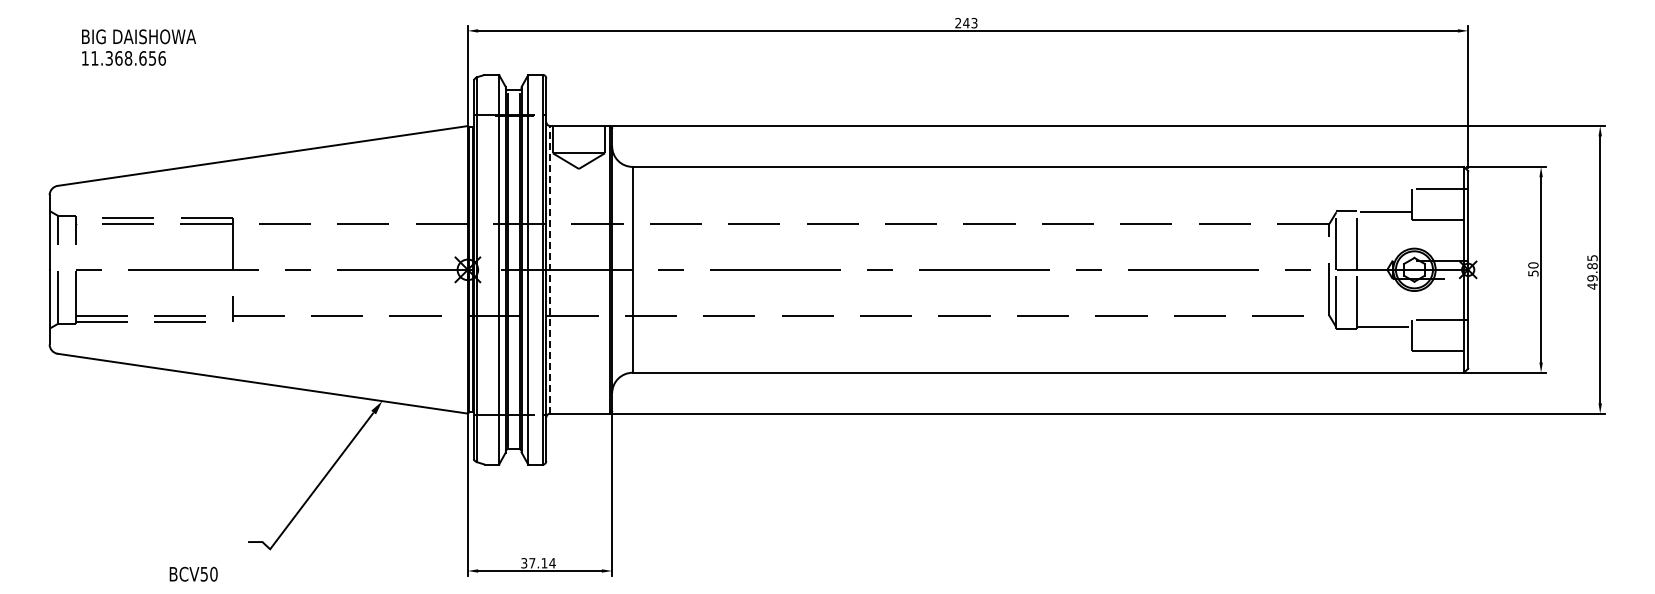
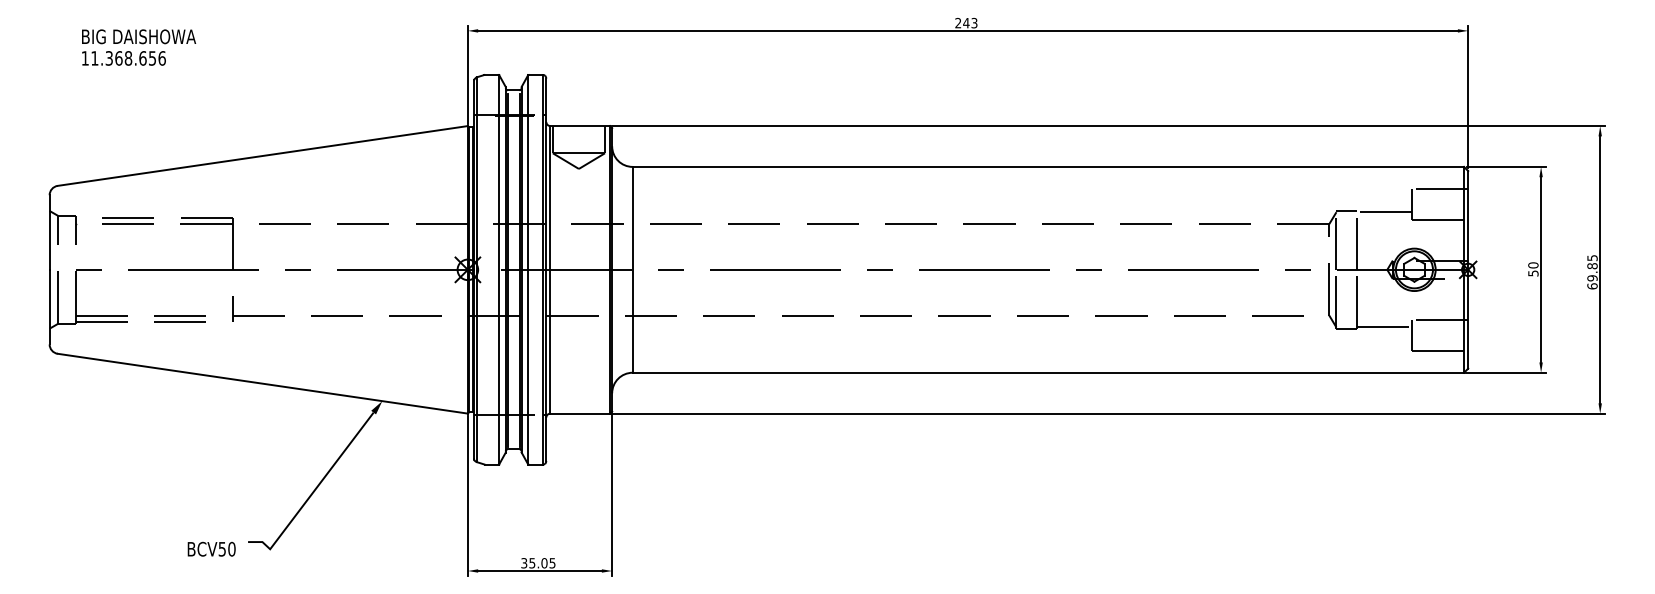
line at (550, 269): dashed -> solid
text at (1592, 286): 49.85 -> 69.85
text at (542, 563): 37.14 -> 35.05
text at (193, 573) position: (193, 573) -> (211, 548)
